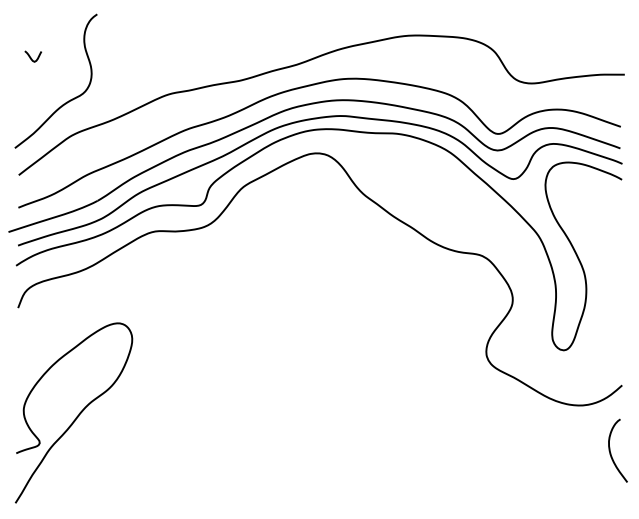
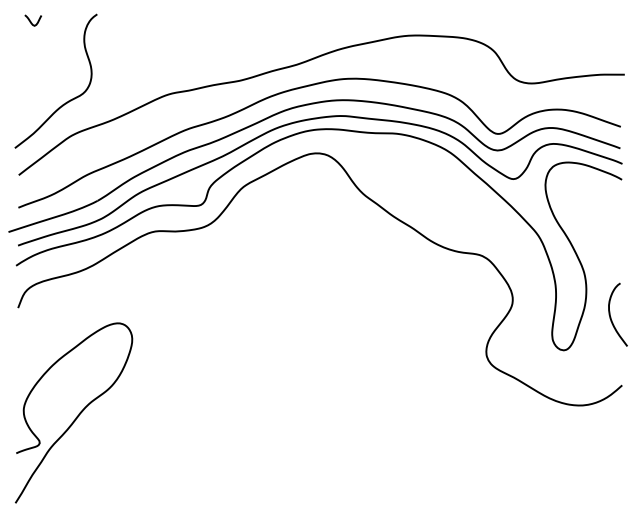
curve at (31, 57) position: (31, 57) -> (31, 21)
curve at (611, 453) position: (611, 453) -> (611, 317)
